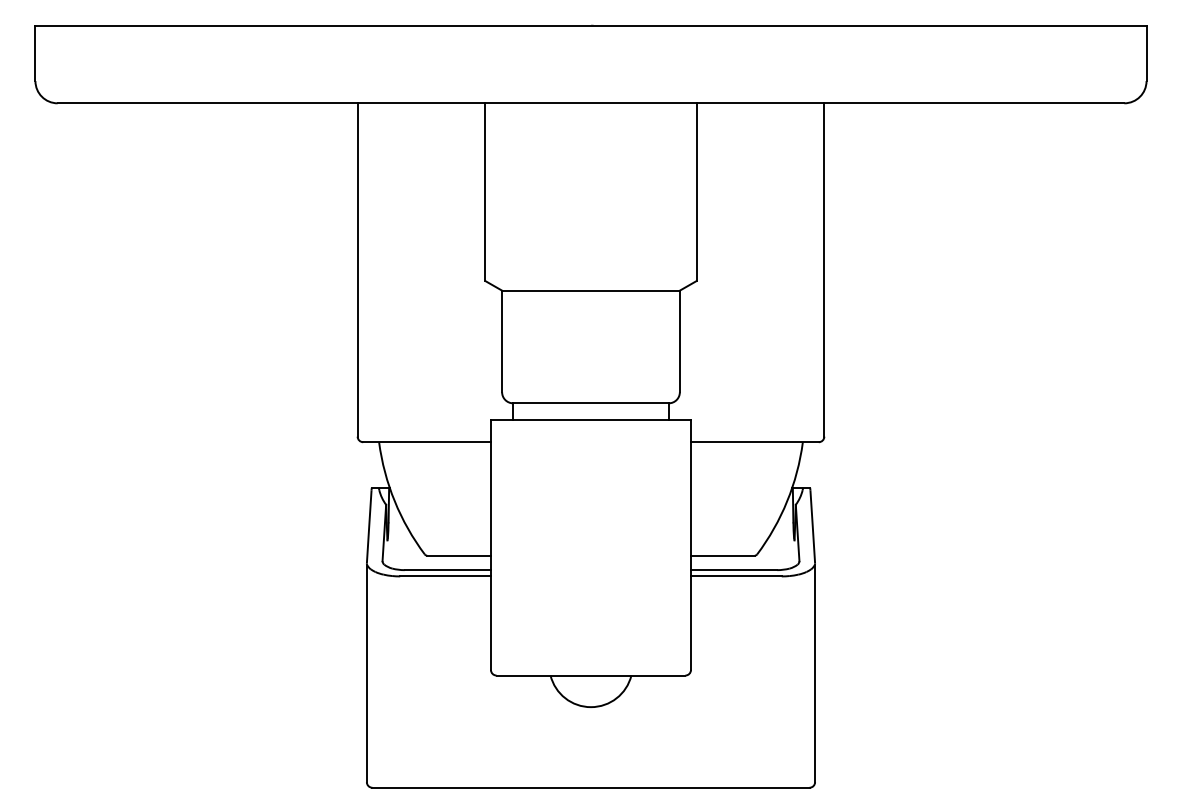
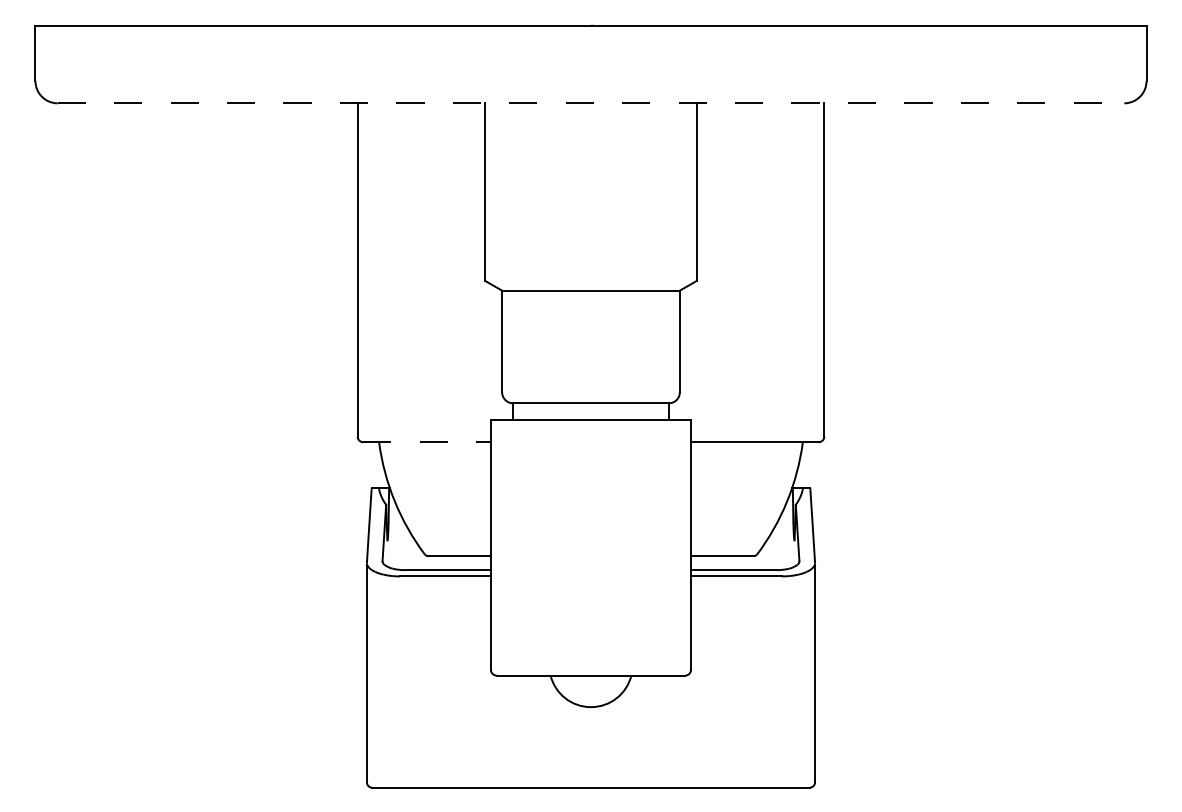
line at (591, 103): solid -> dashed
line at (427, 442): solid -> dashed
